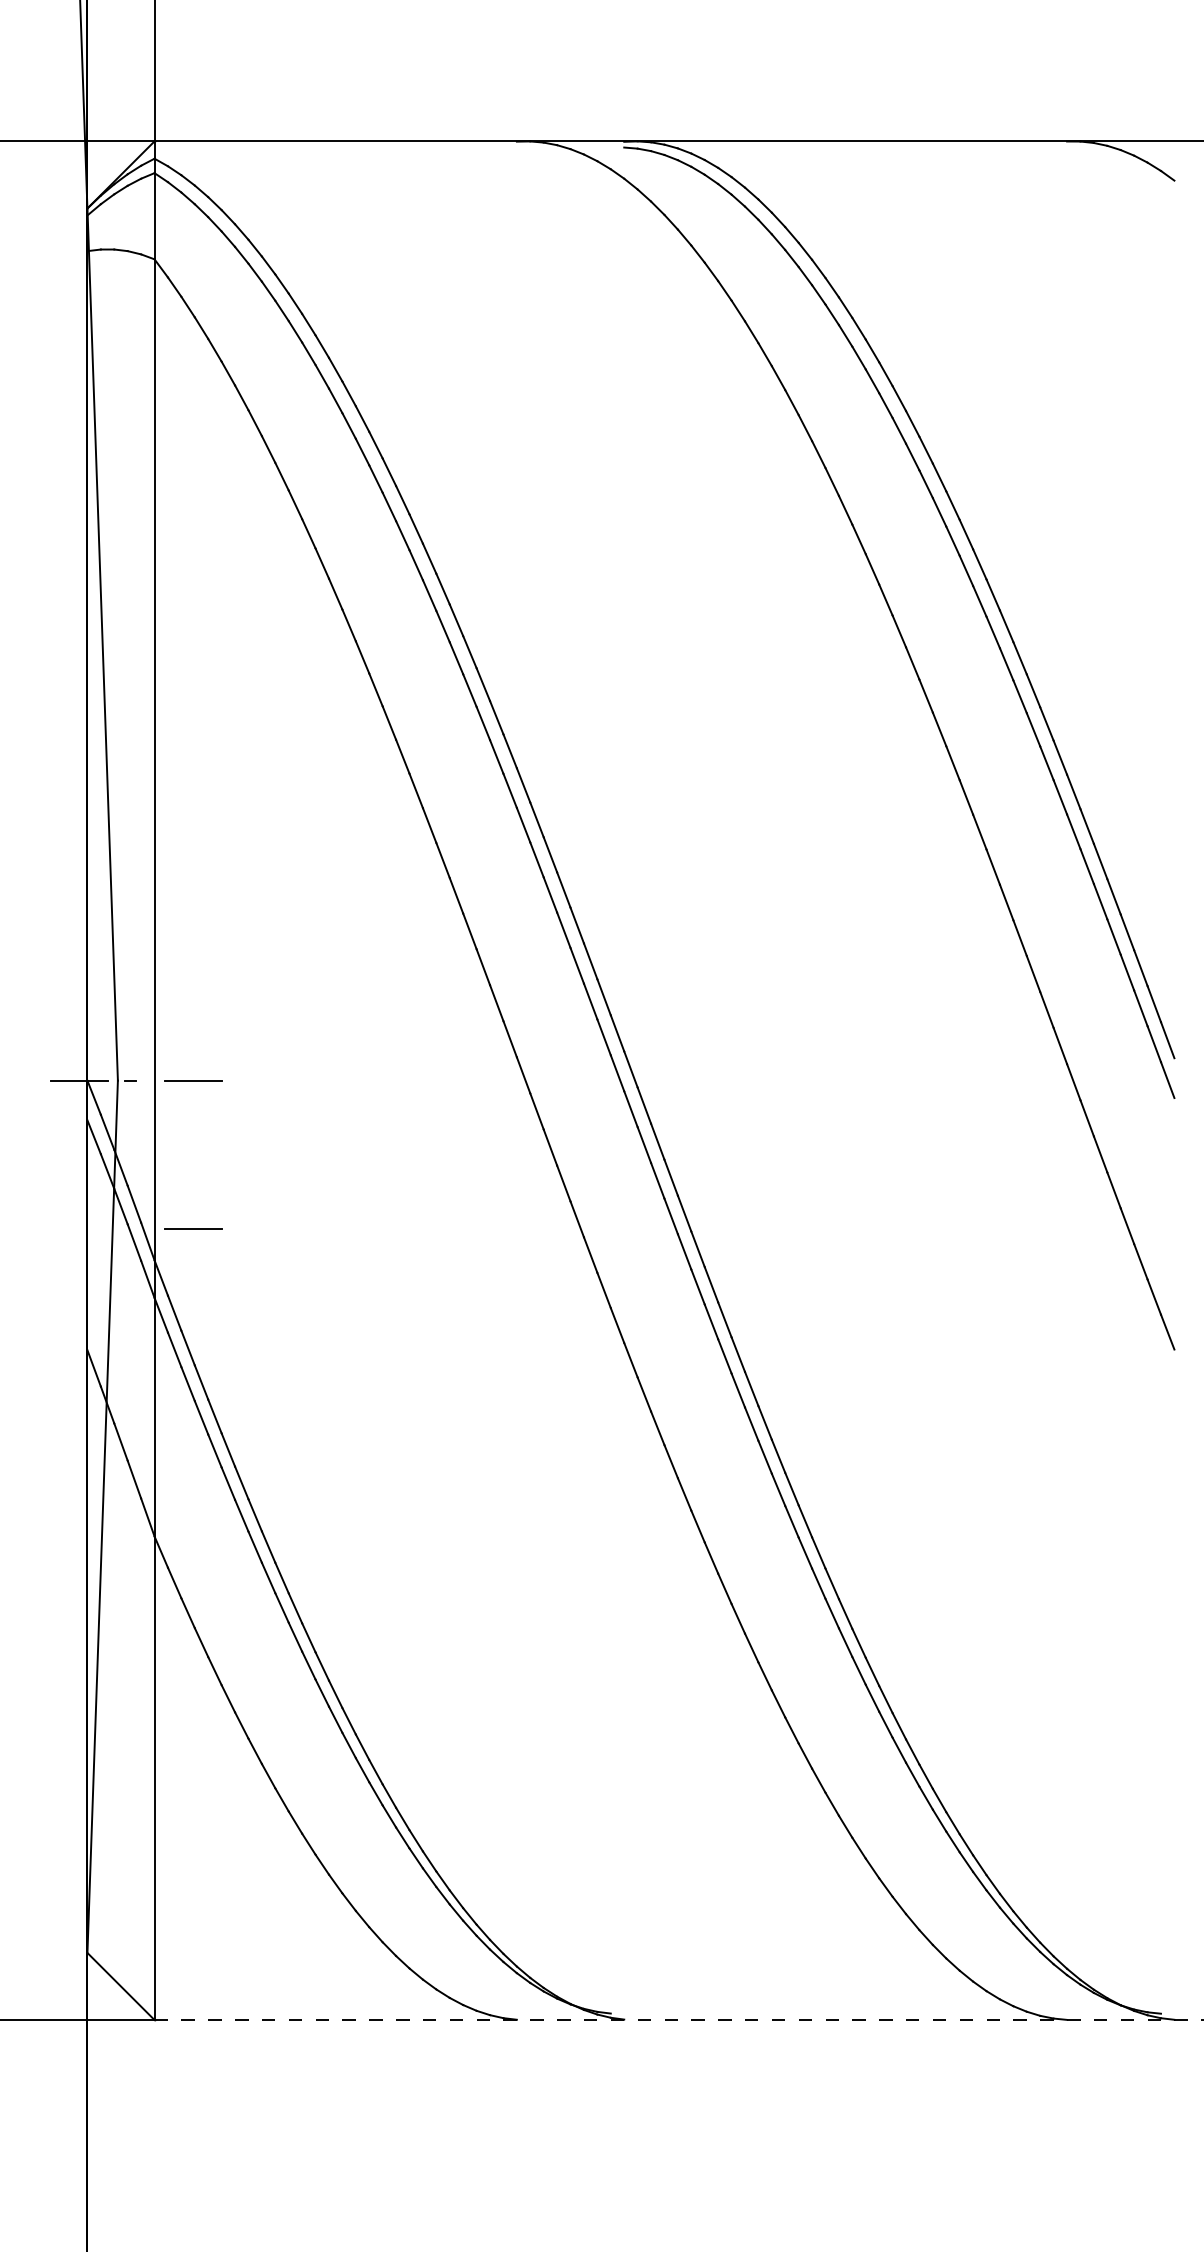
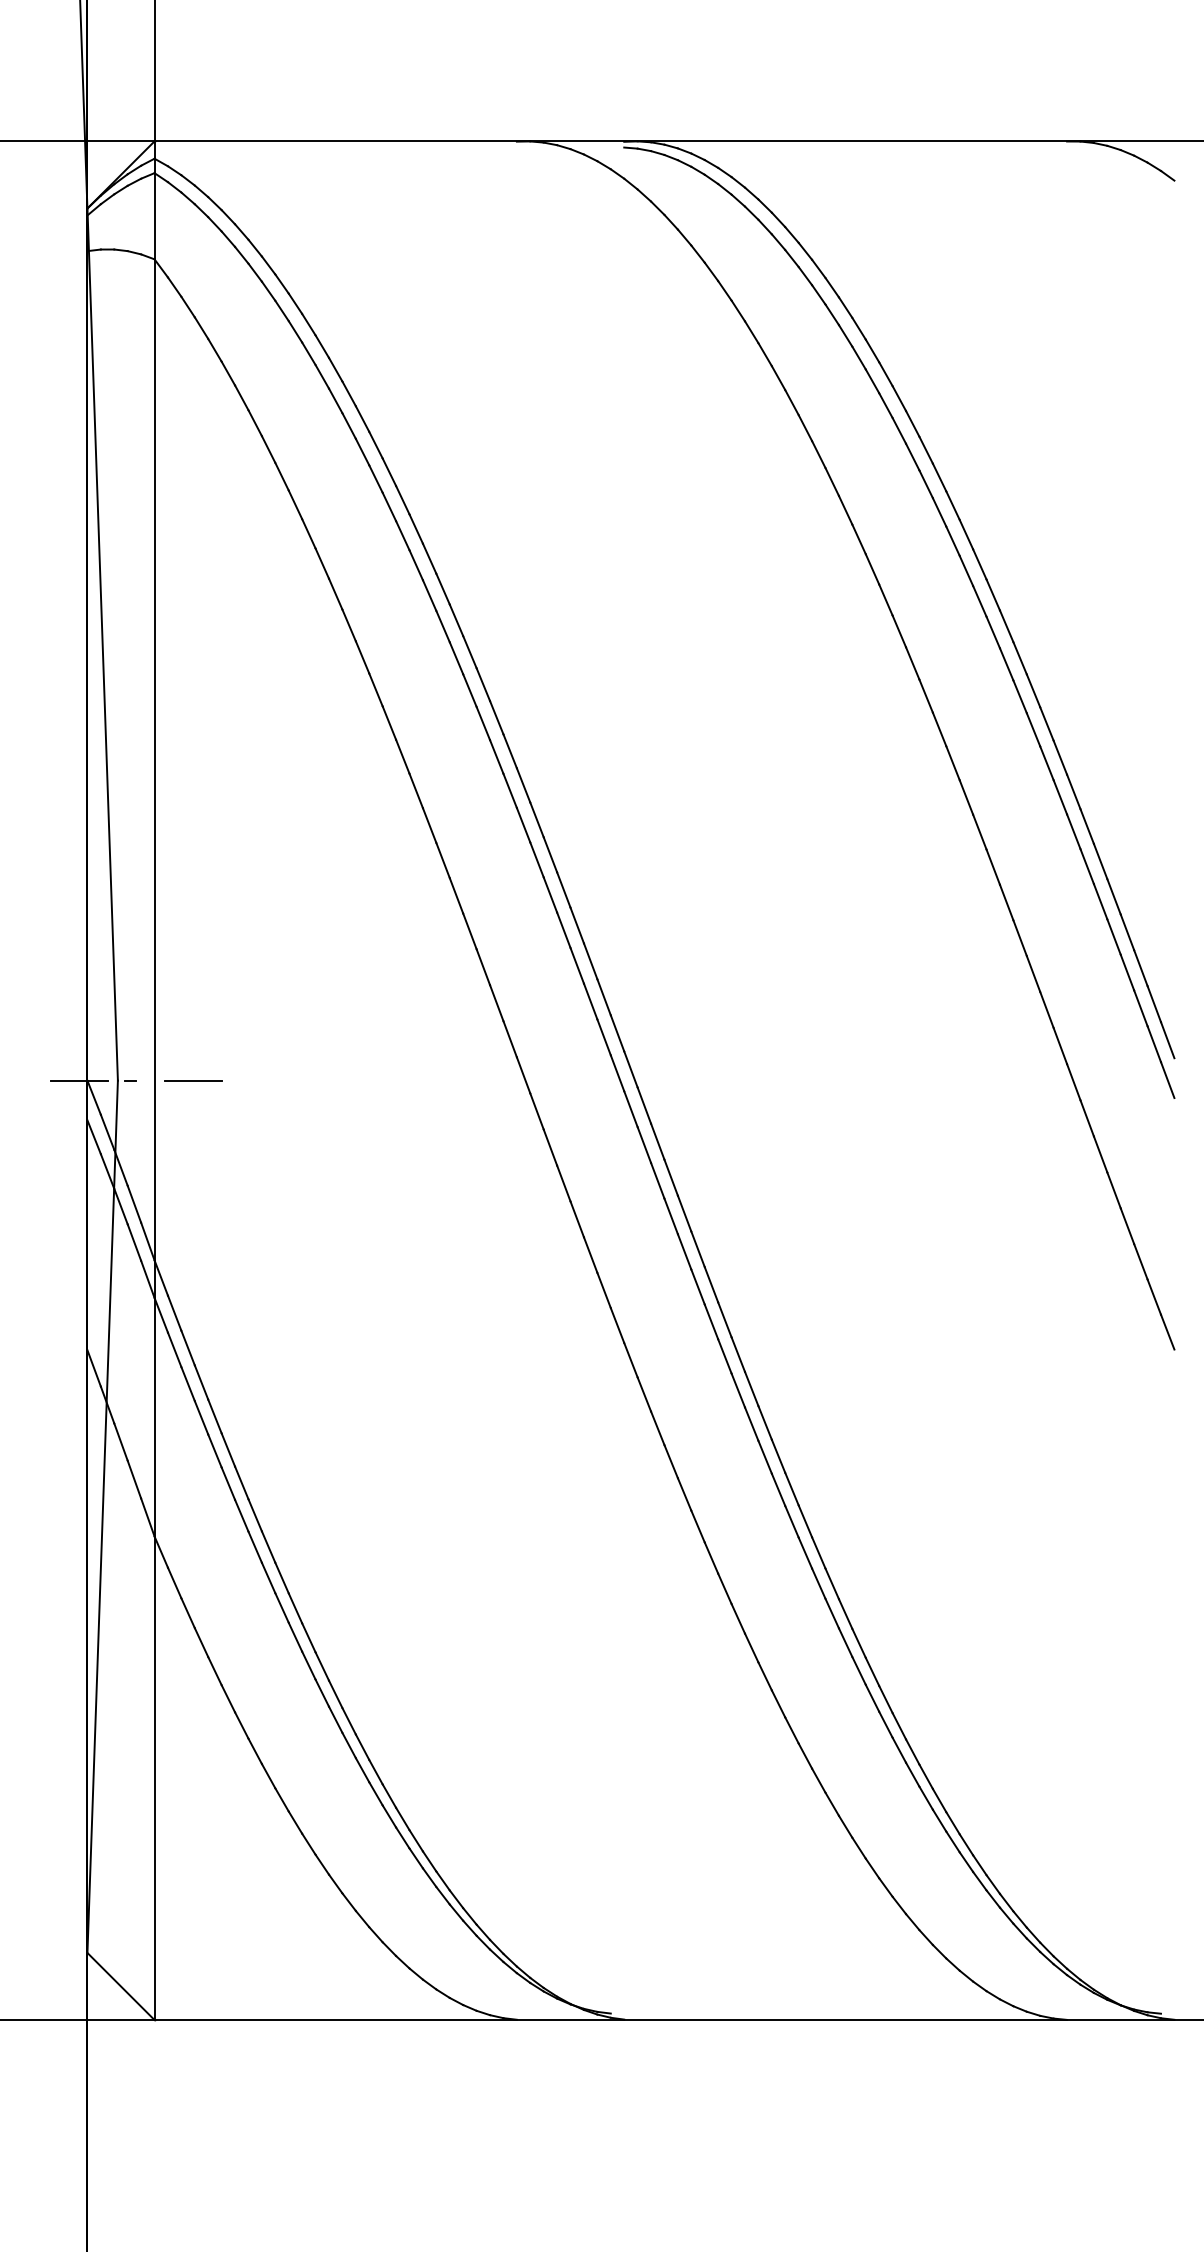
line at (193, 1228): present -> none
line at (679, 2020): dashed -> solid
